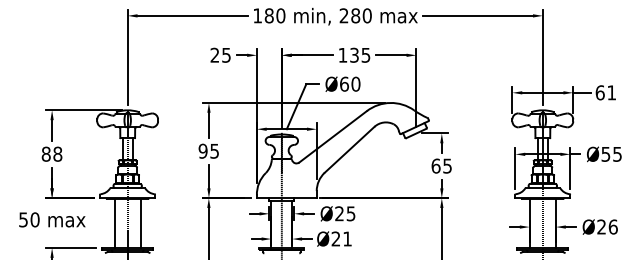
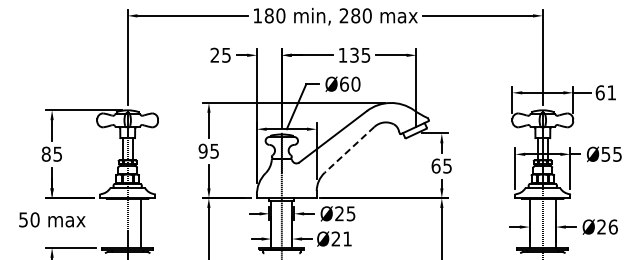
line at (349, 149): solid -> dashed
text at (57, 153): 88 -> 85
line at (114, 223): present -> none
